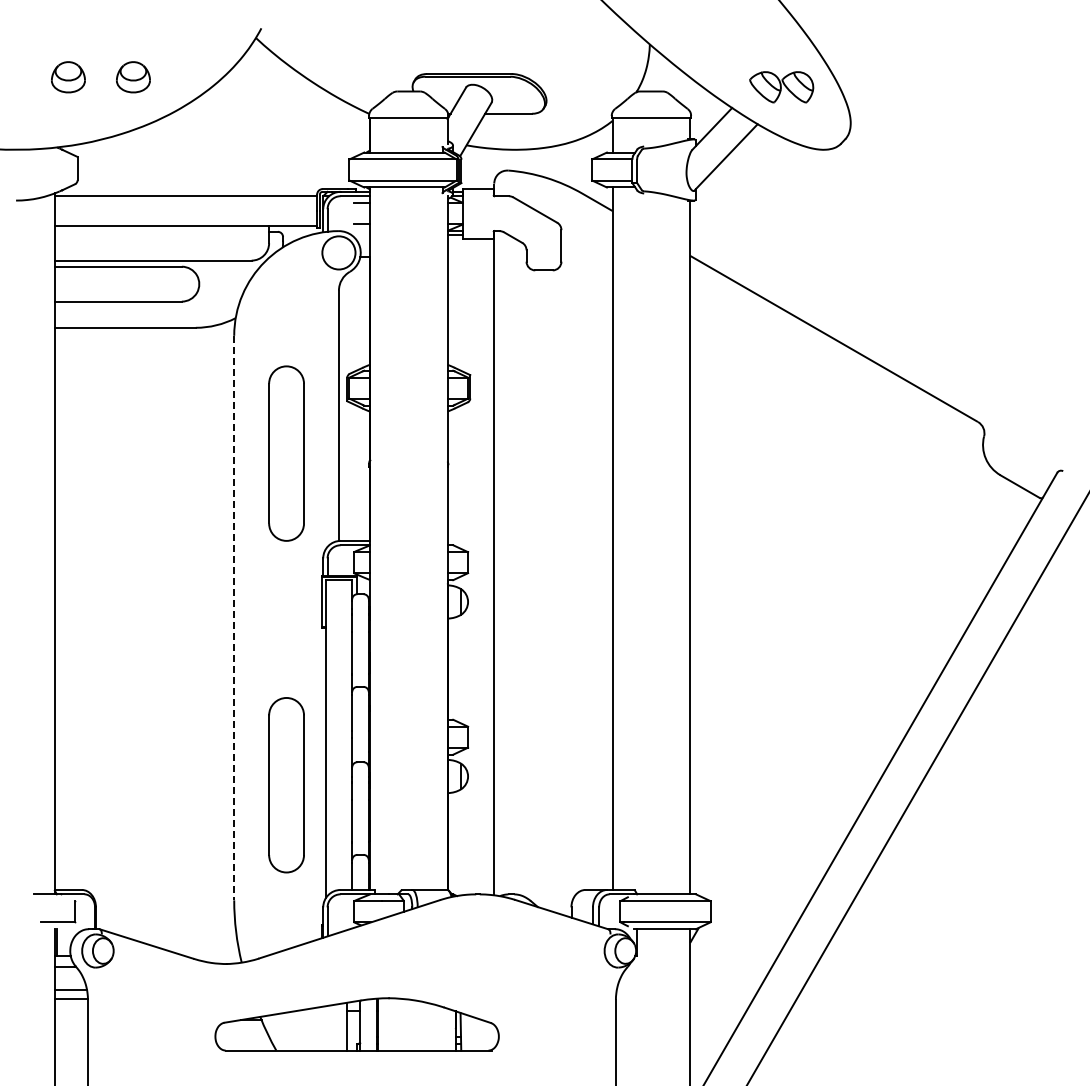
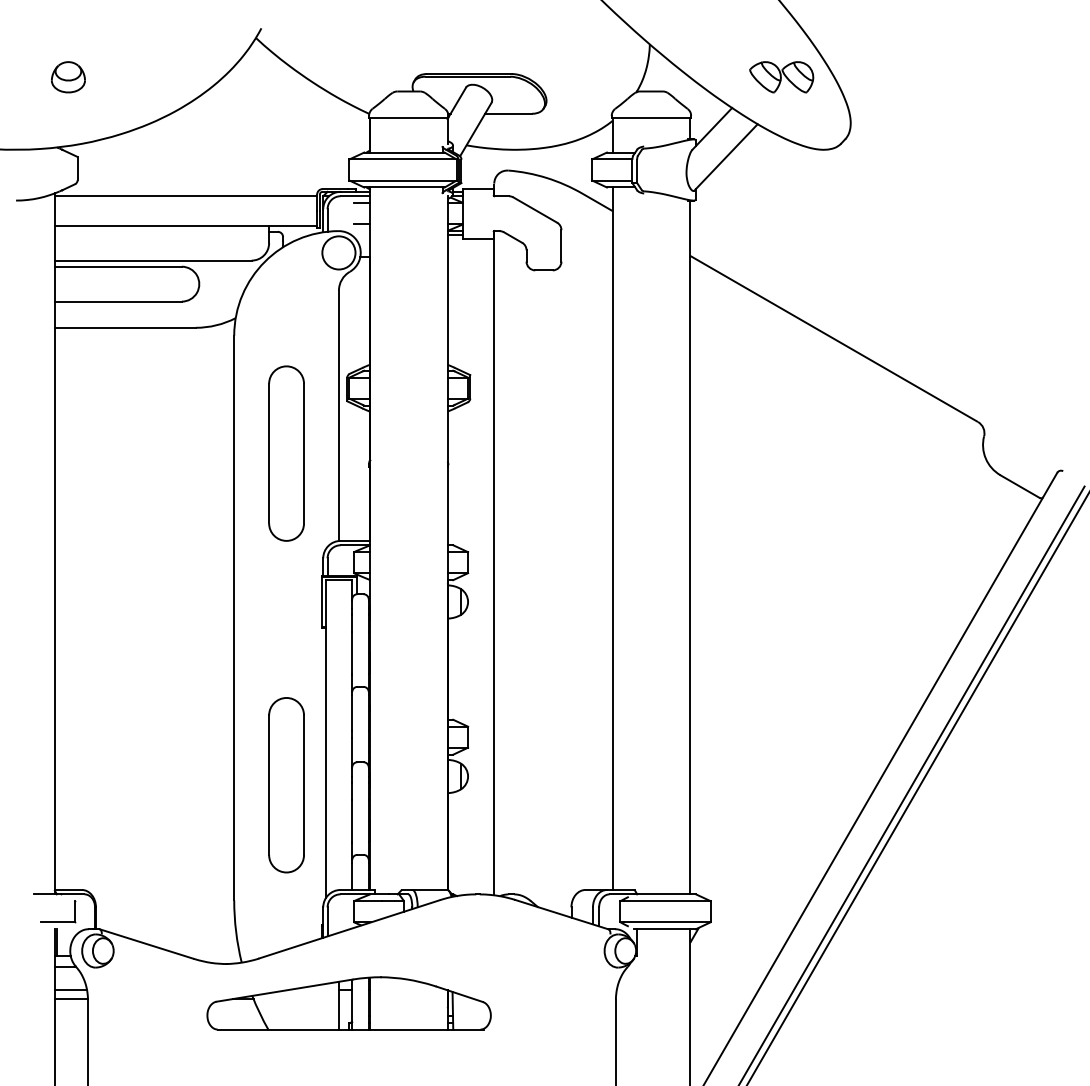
part at (133, 77): present -> none
part at (781, 87) position: (781, 87) -> (781, 77)
line at (234, 618): dashed -> solid
line at (912, 784): none -> present
part at (356, 1024) position: (356, 1024) -> (348, 1003)
